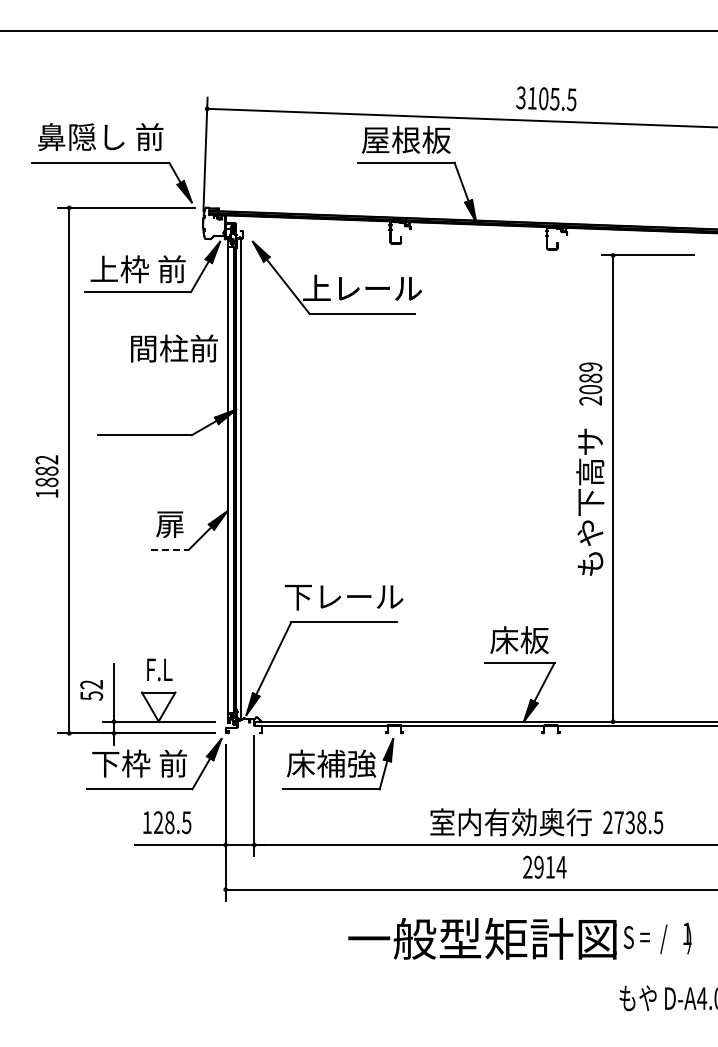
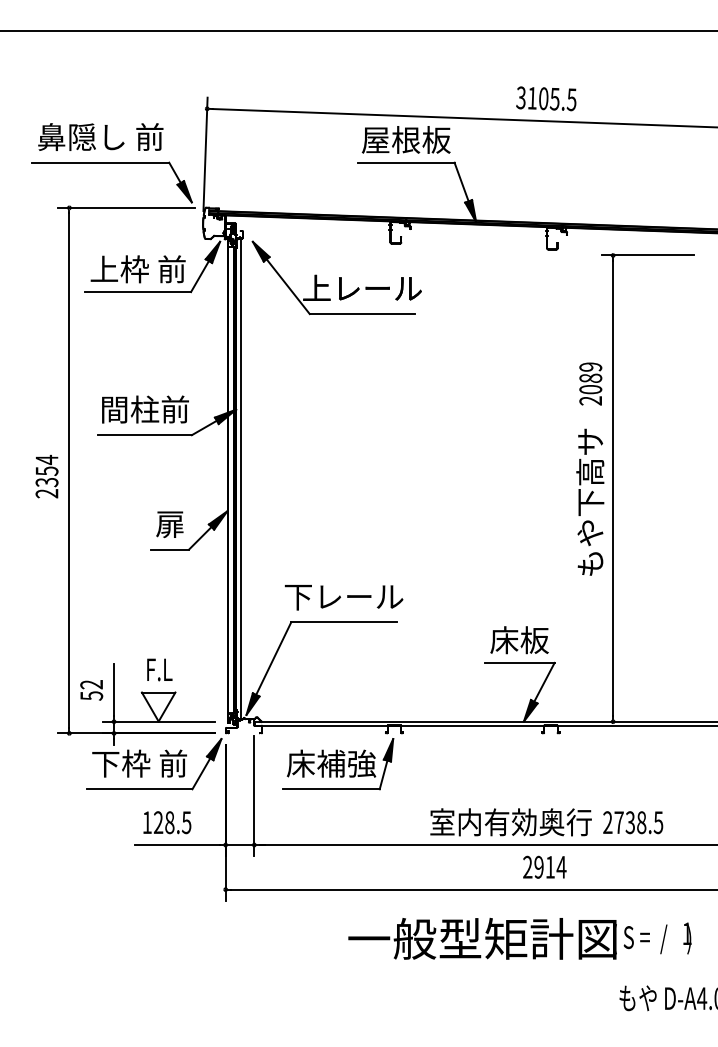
text at (174, 348) position: (174, 348) -> (145, 409)
text at (46, 476): 1882 -> 2354
line at (170, 549): dashed -> solid
